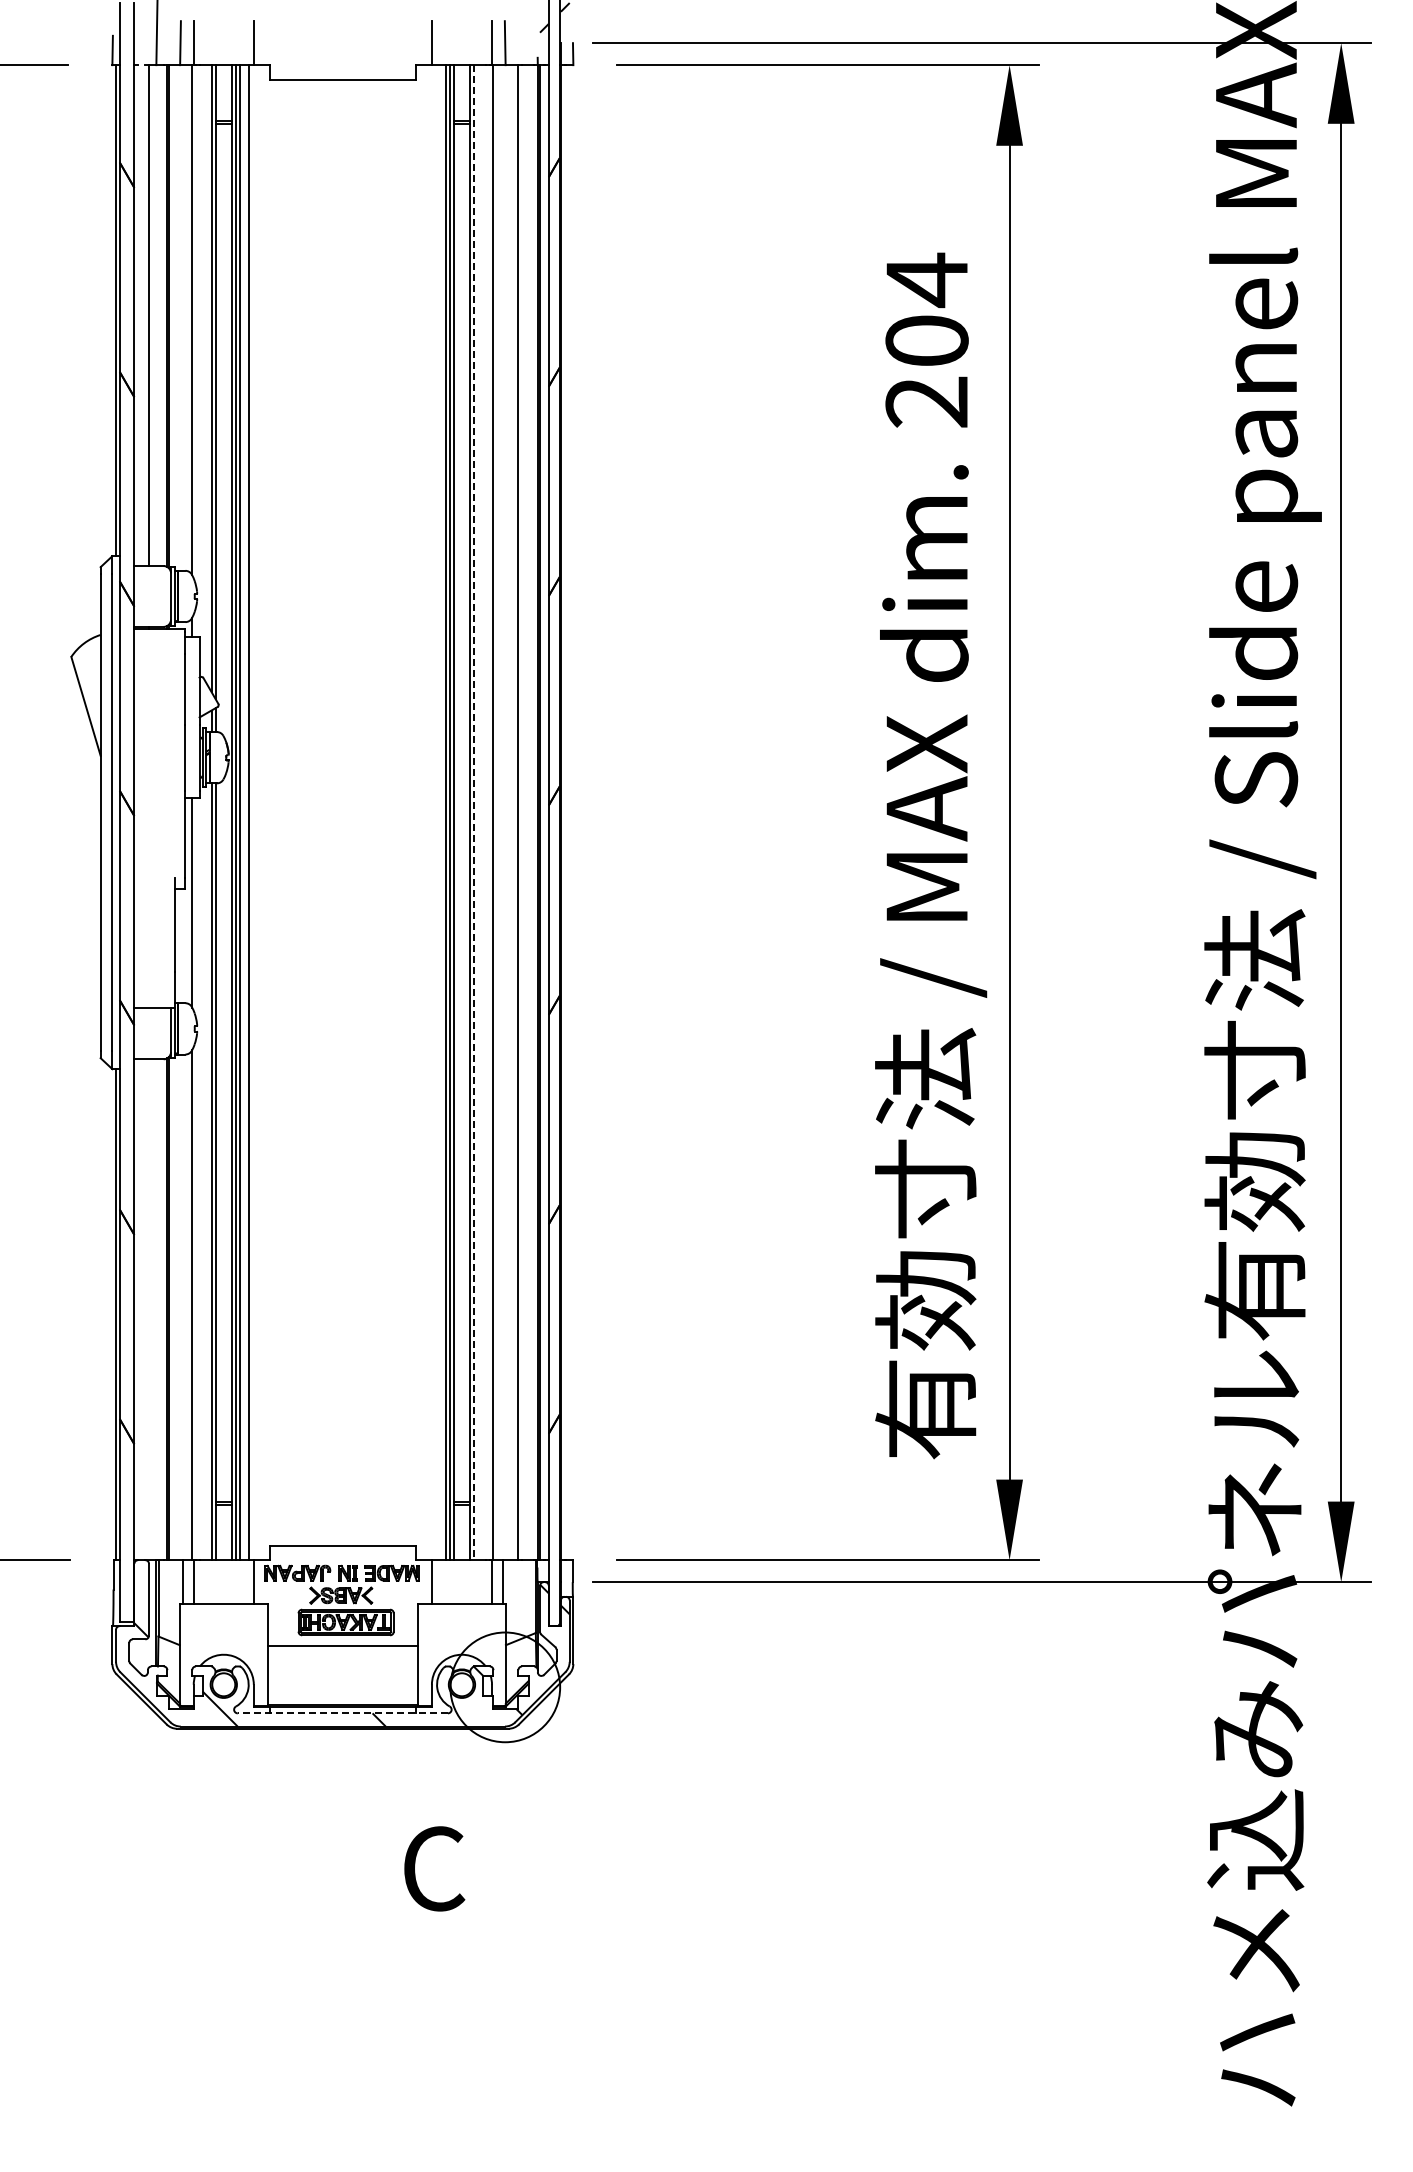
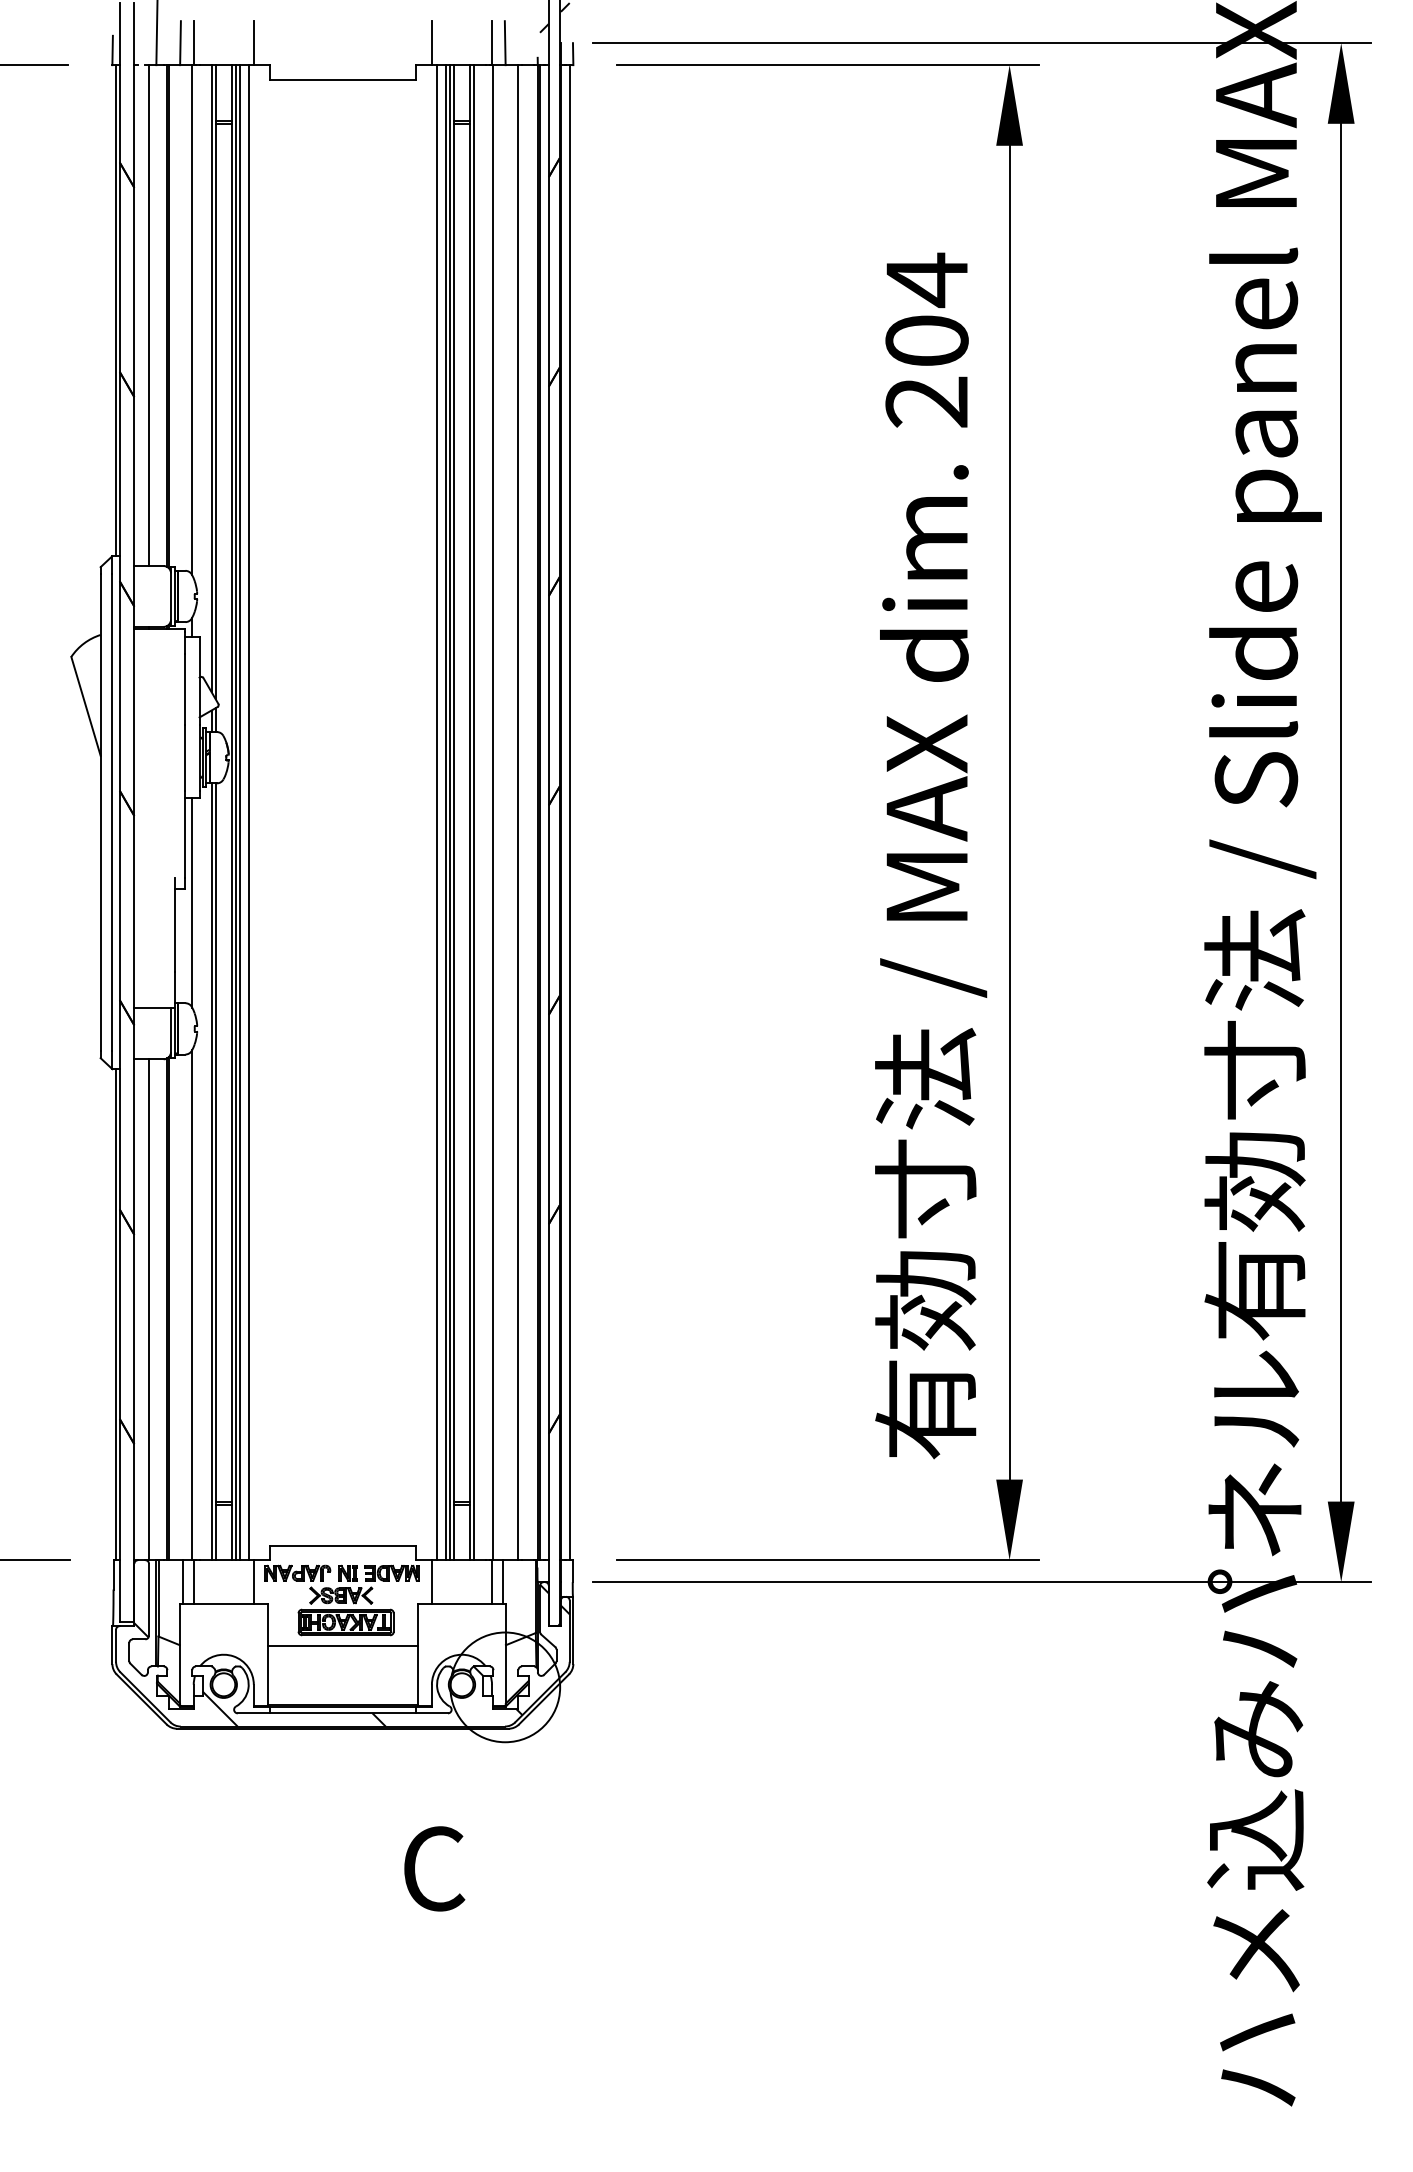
line at (437, 812): none -> present
line at (474, 812): dashed -> solid
line at (569, 812): none -> present
line at (149, 1309): none -> present
line at (342, 1713): dashed -> solid
